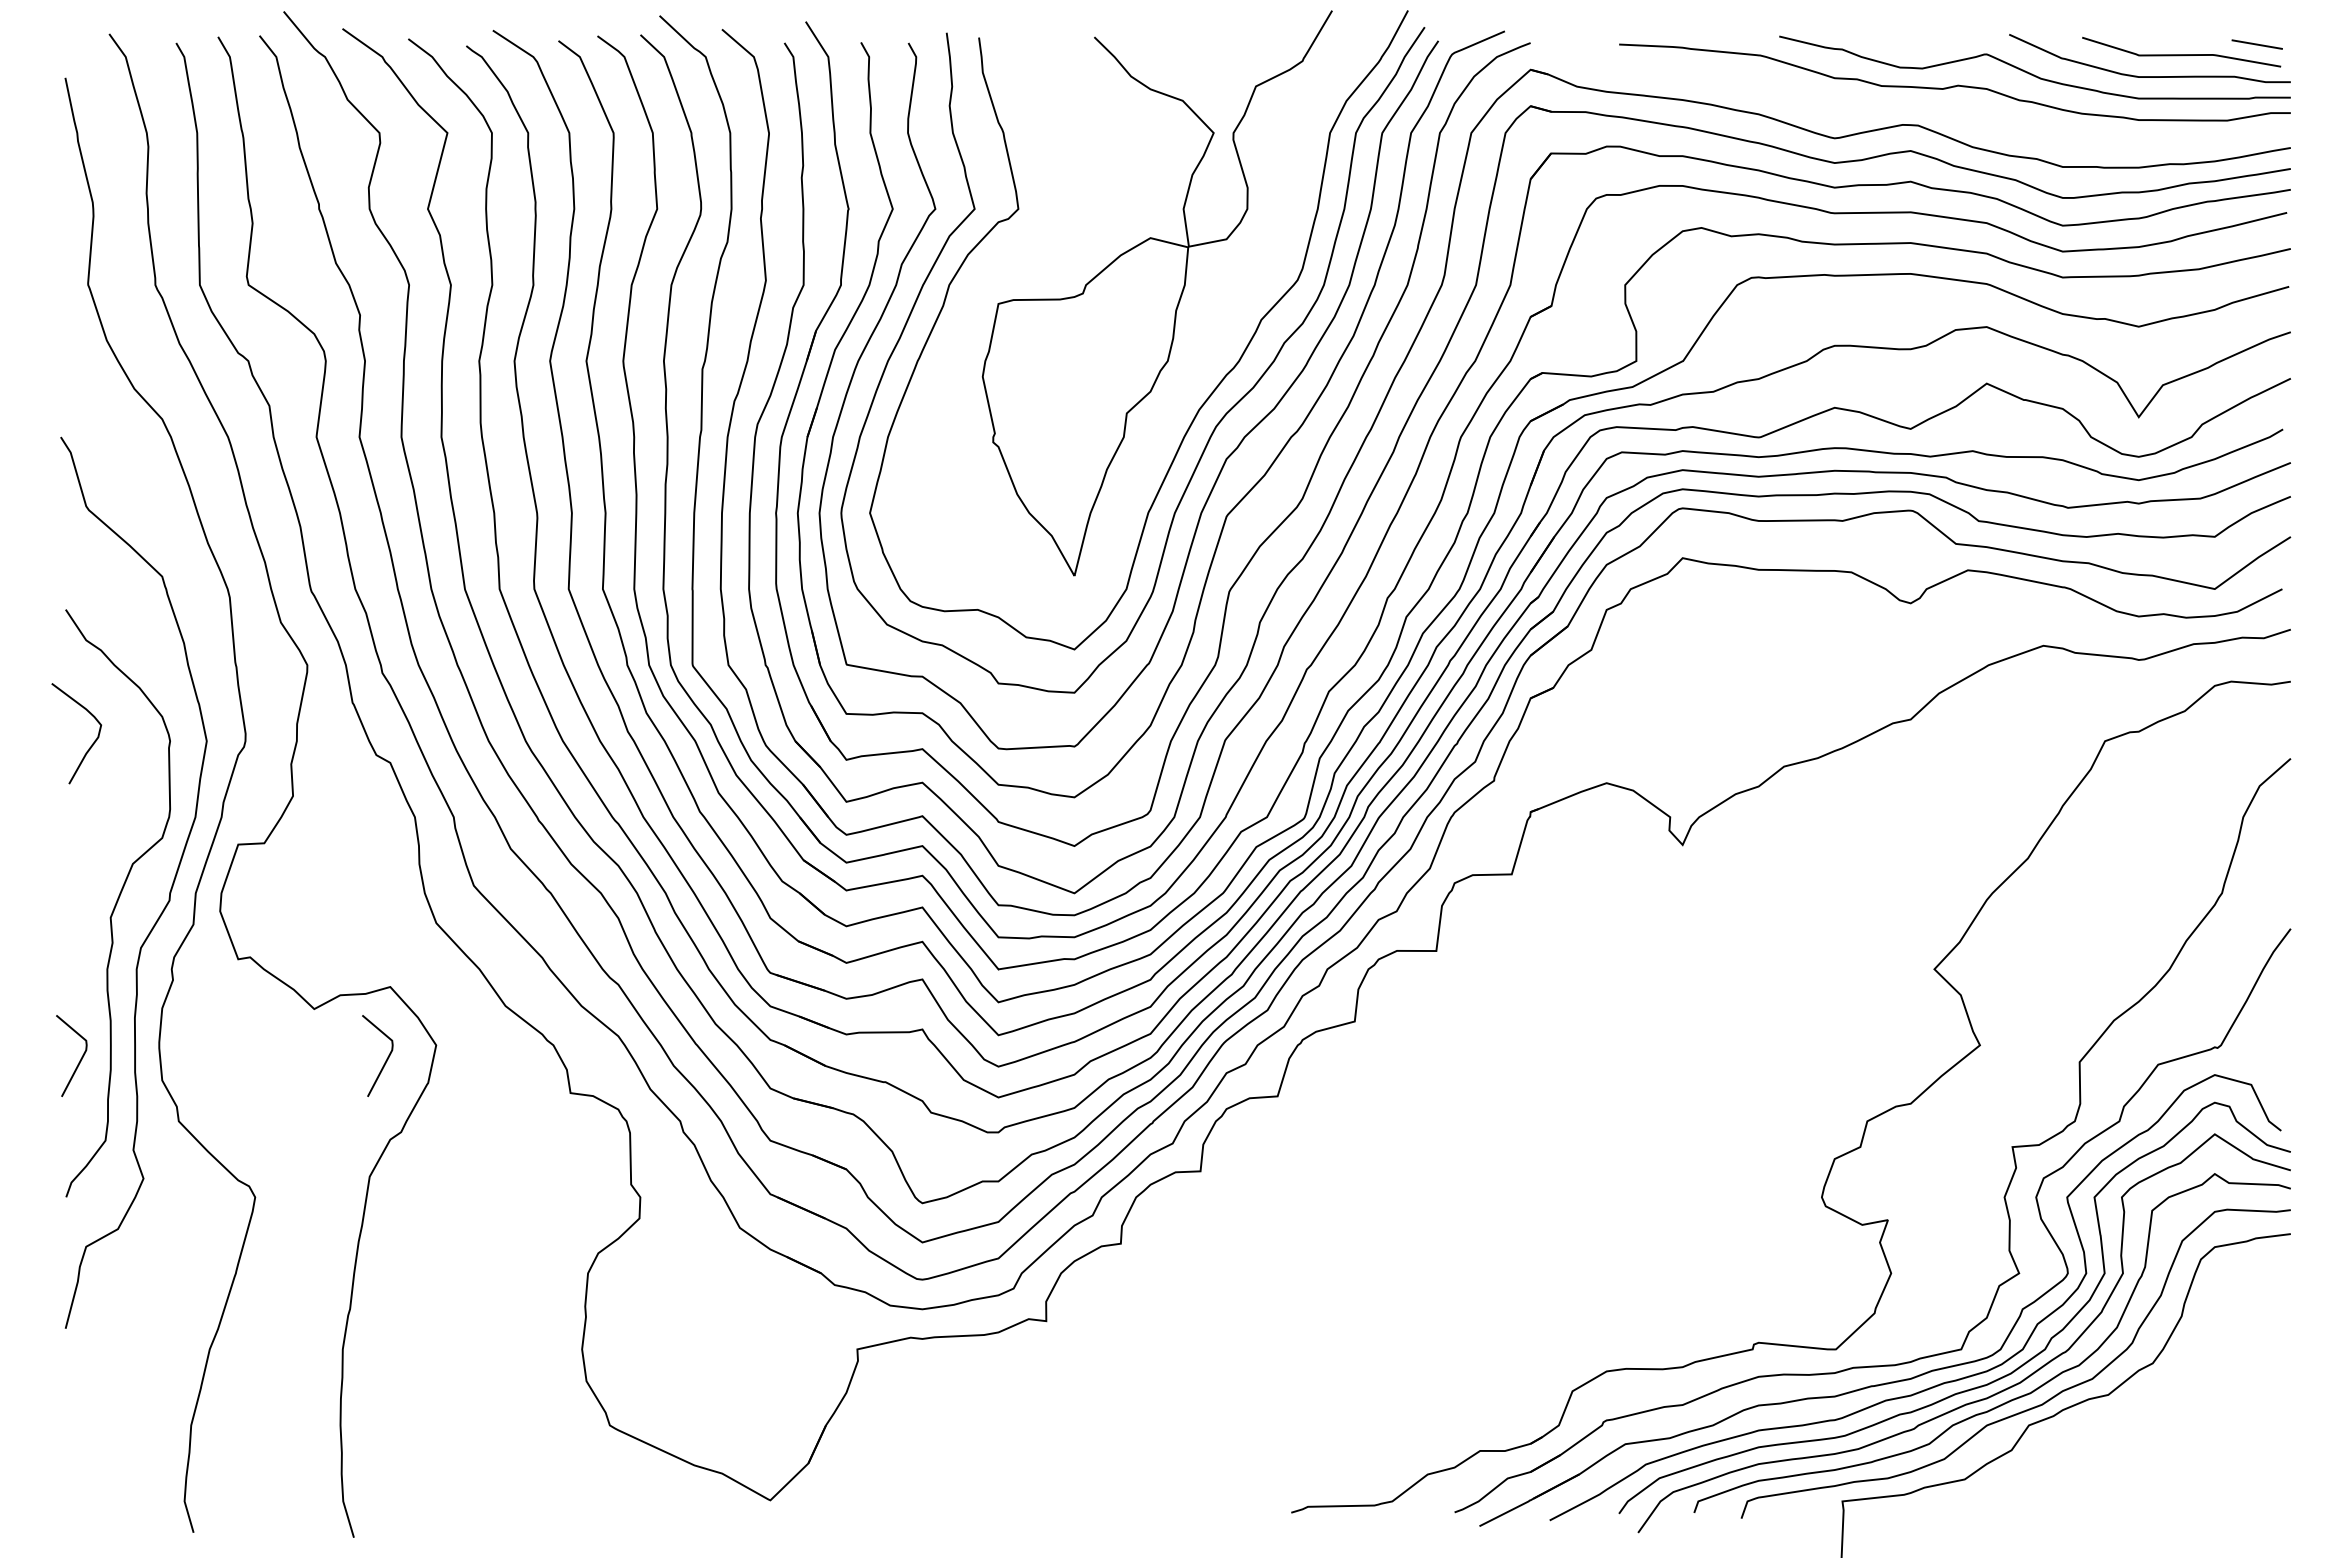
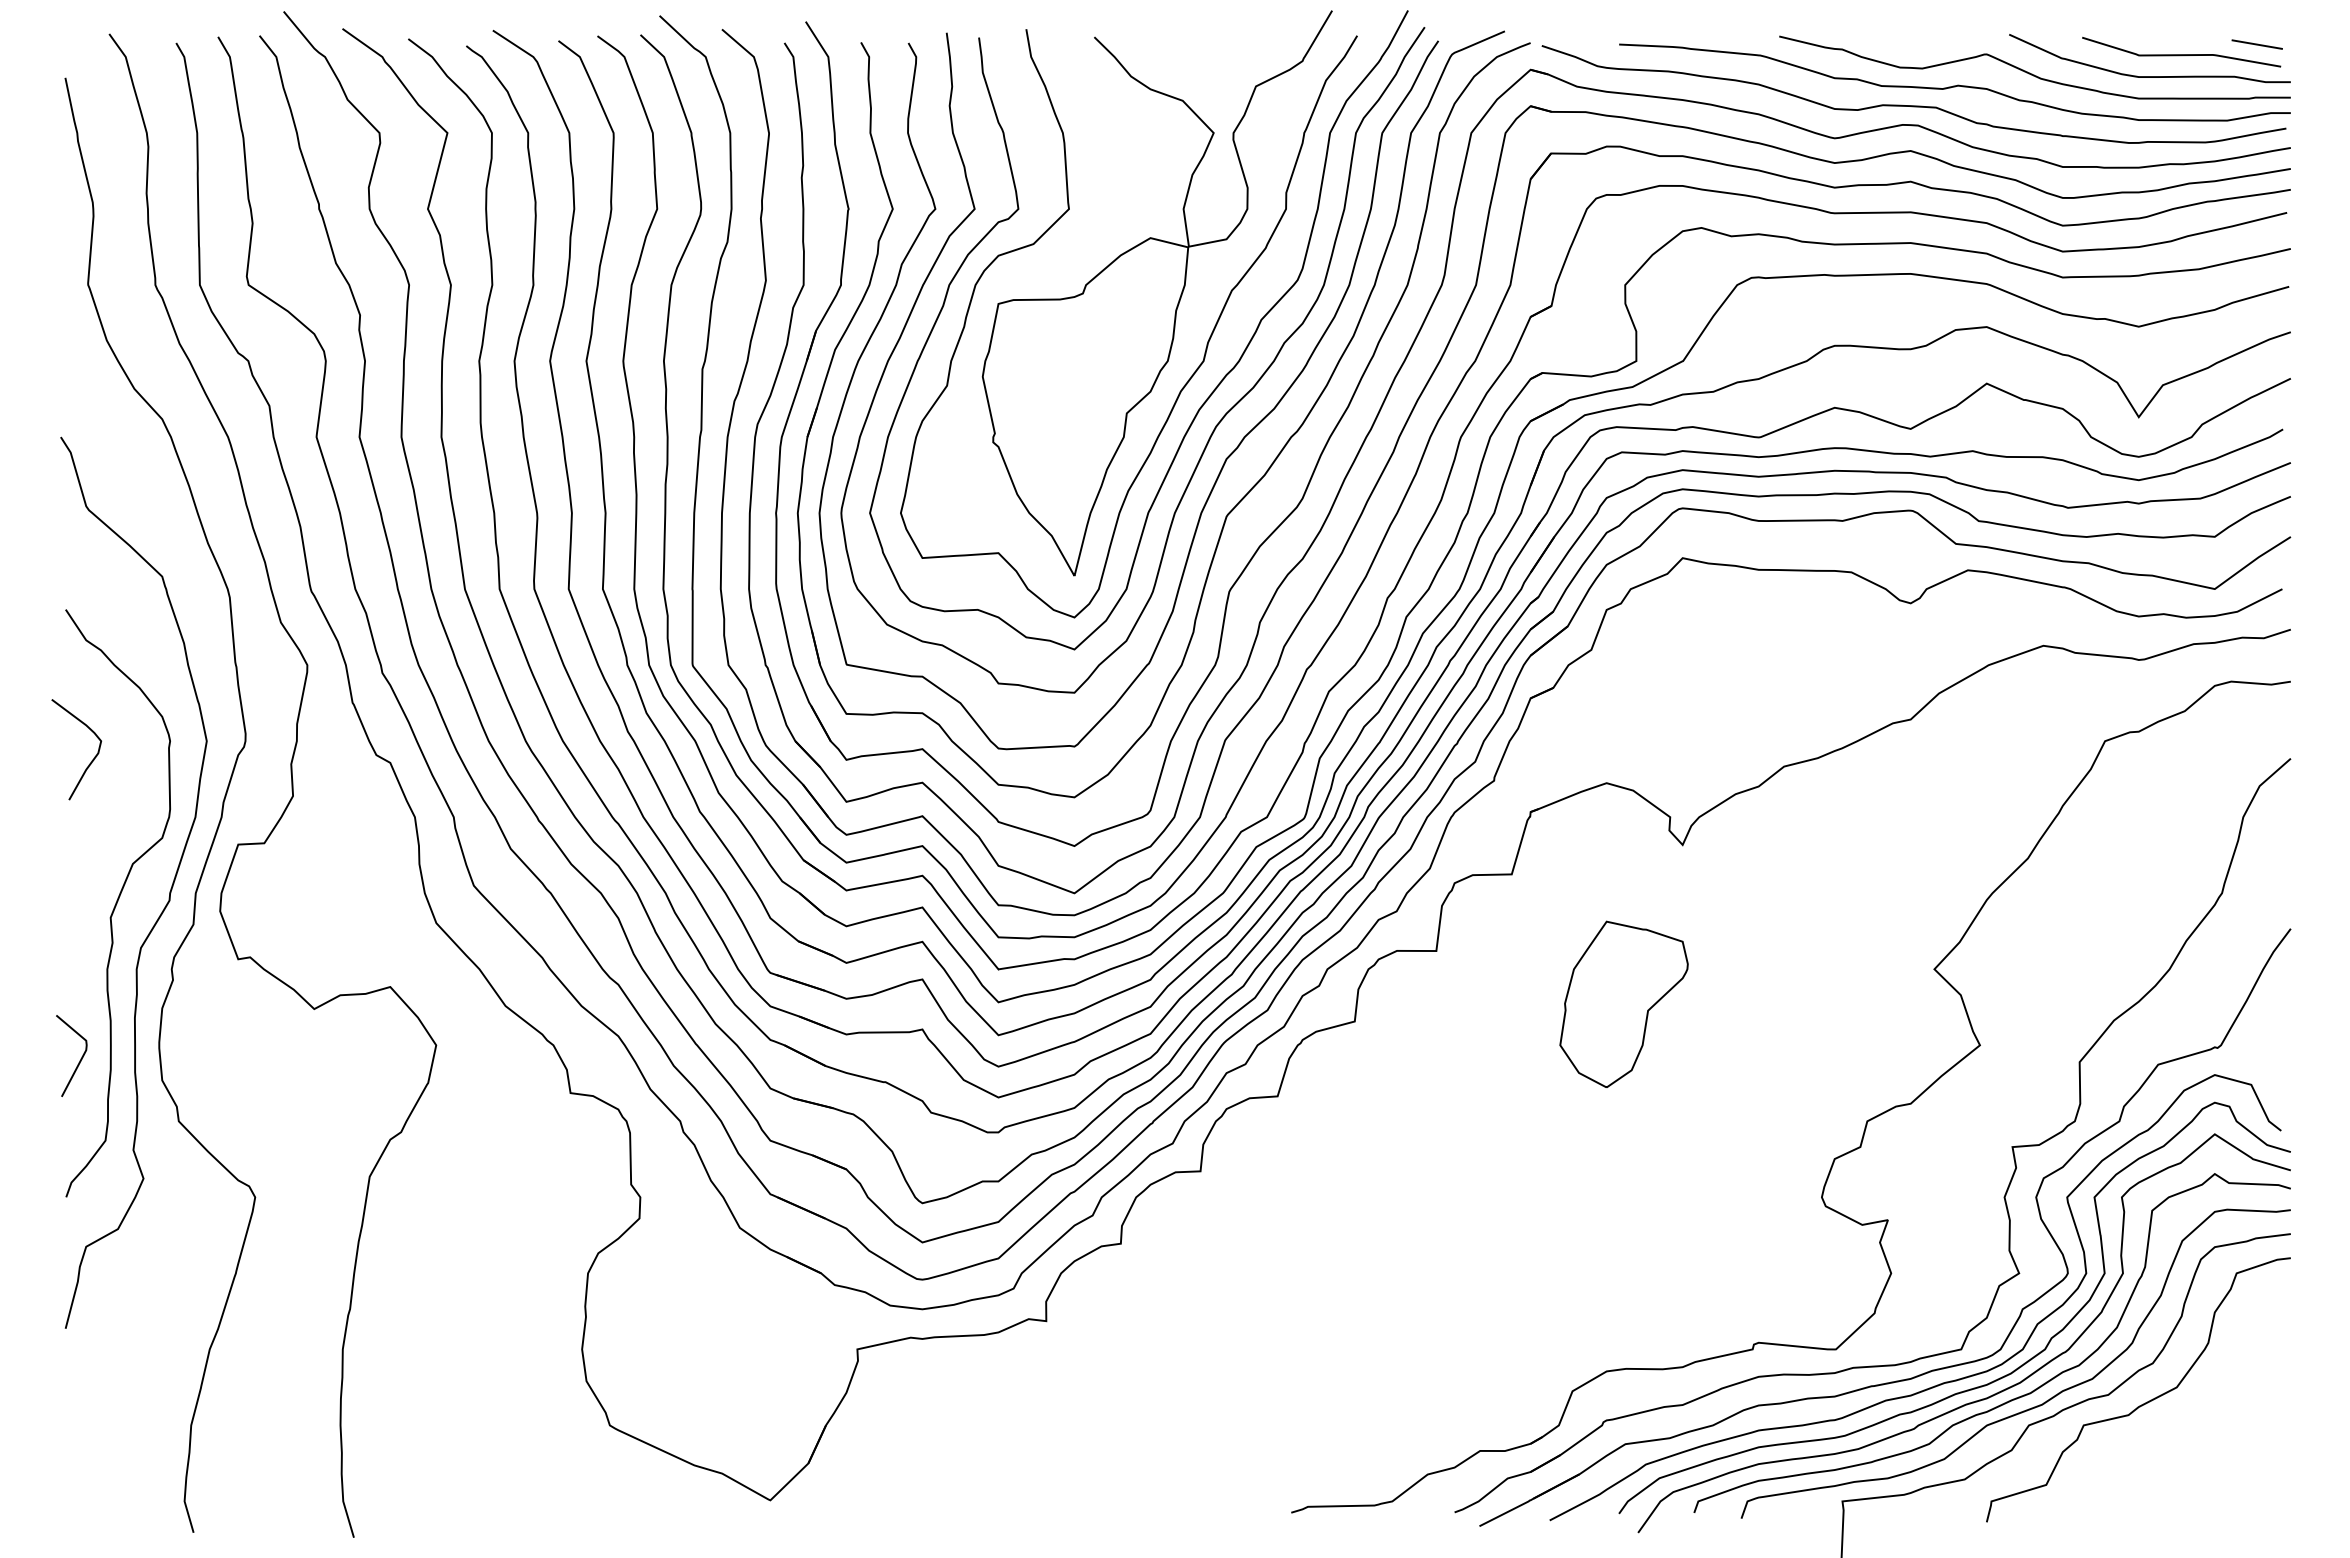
curve at (1913, 105): none -> present
curve at (1206, 344): none -> present
curve at (91, 744) position: (91, 744) -> (91, 760)
part at (1623, 1003): none -> present
curve at (385, 1060): present -> none
curve at (2145, 1402): none -> present
